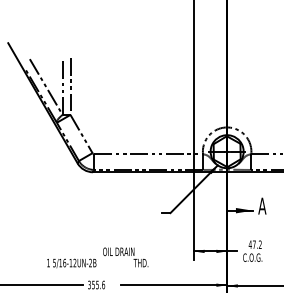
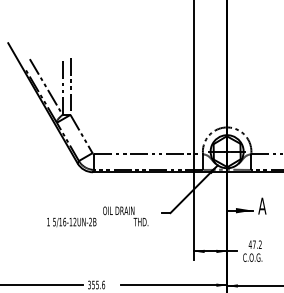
text at (97, 257) position: (97, 257) -> (97, 216)
